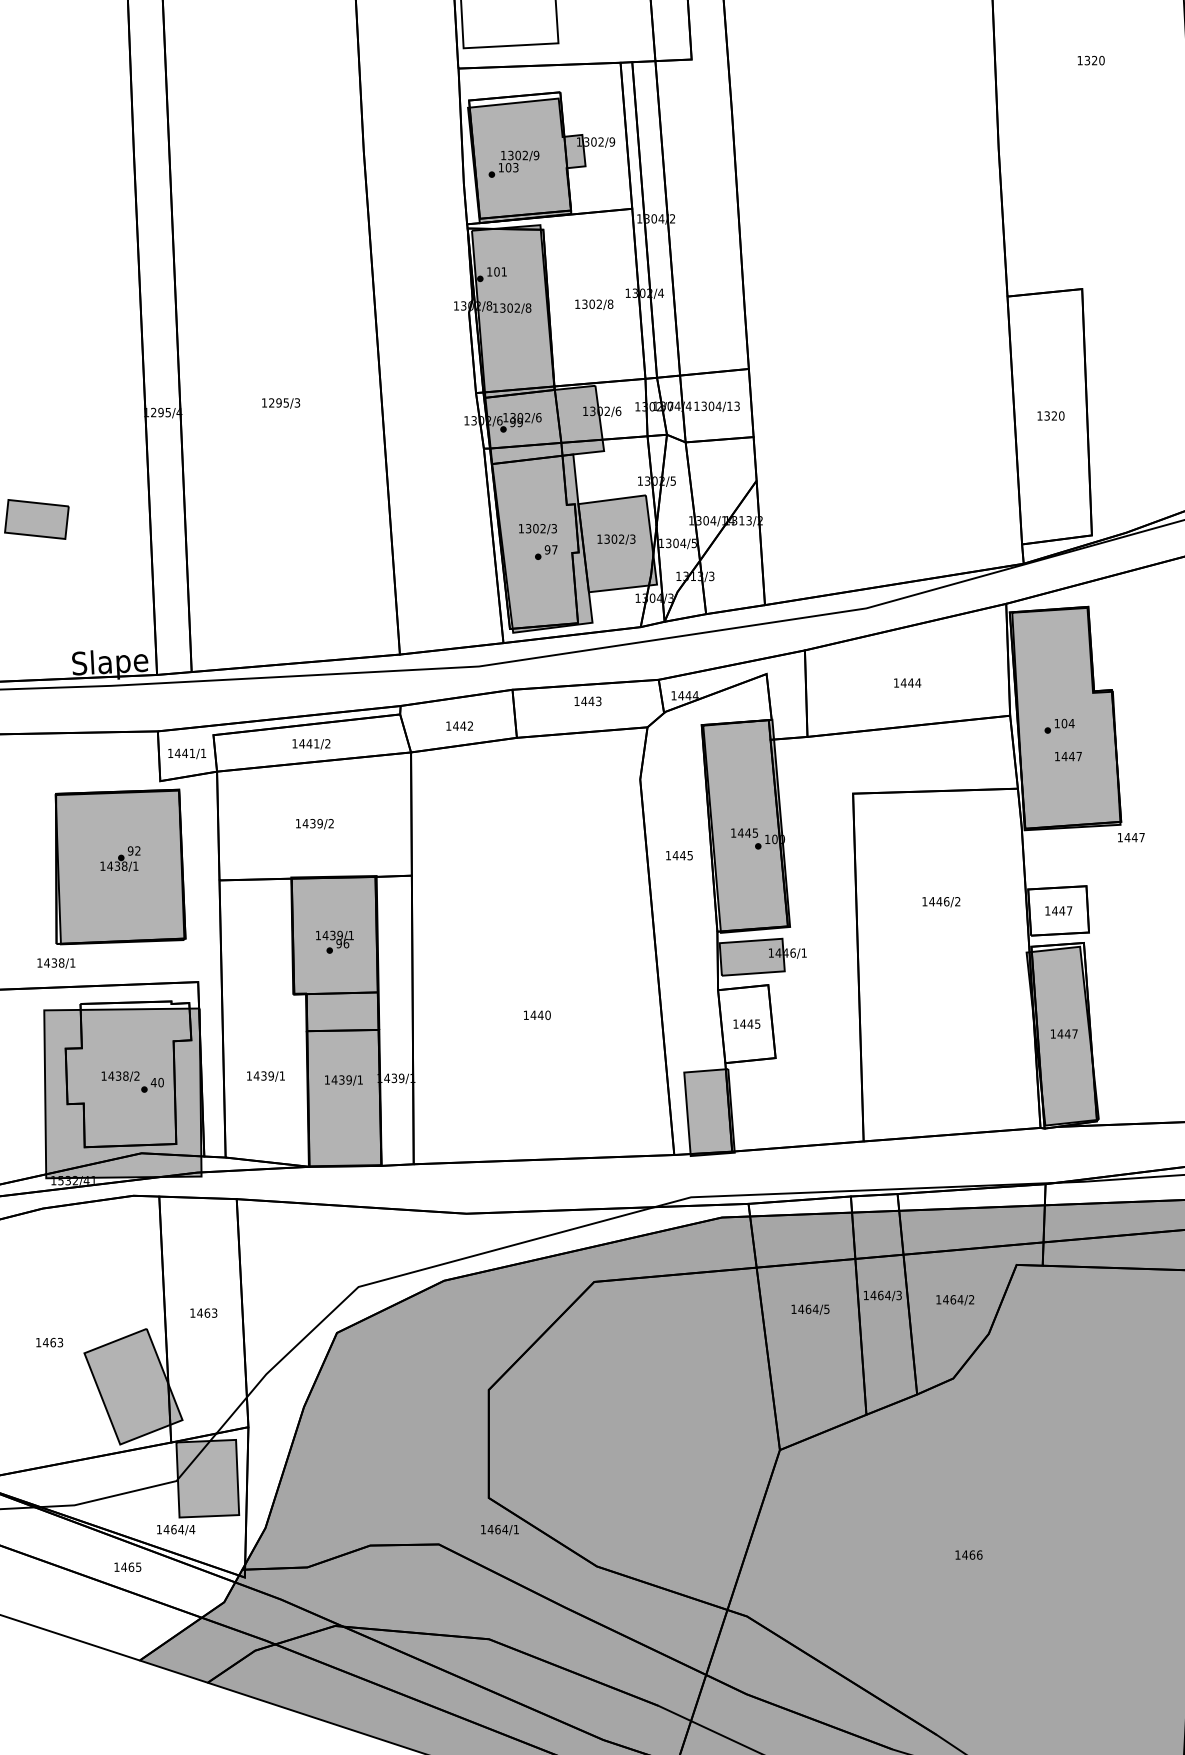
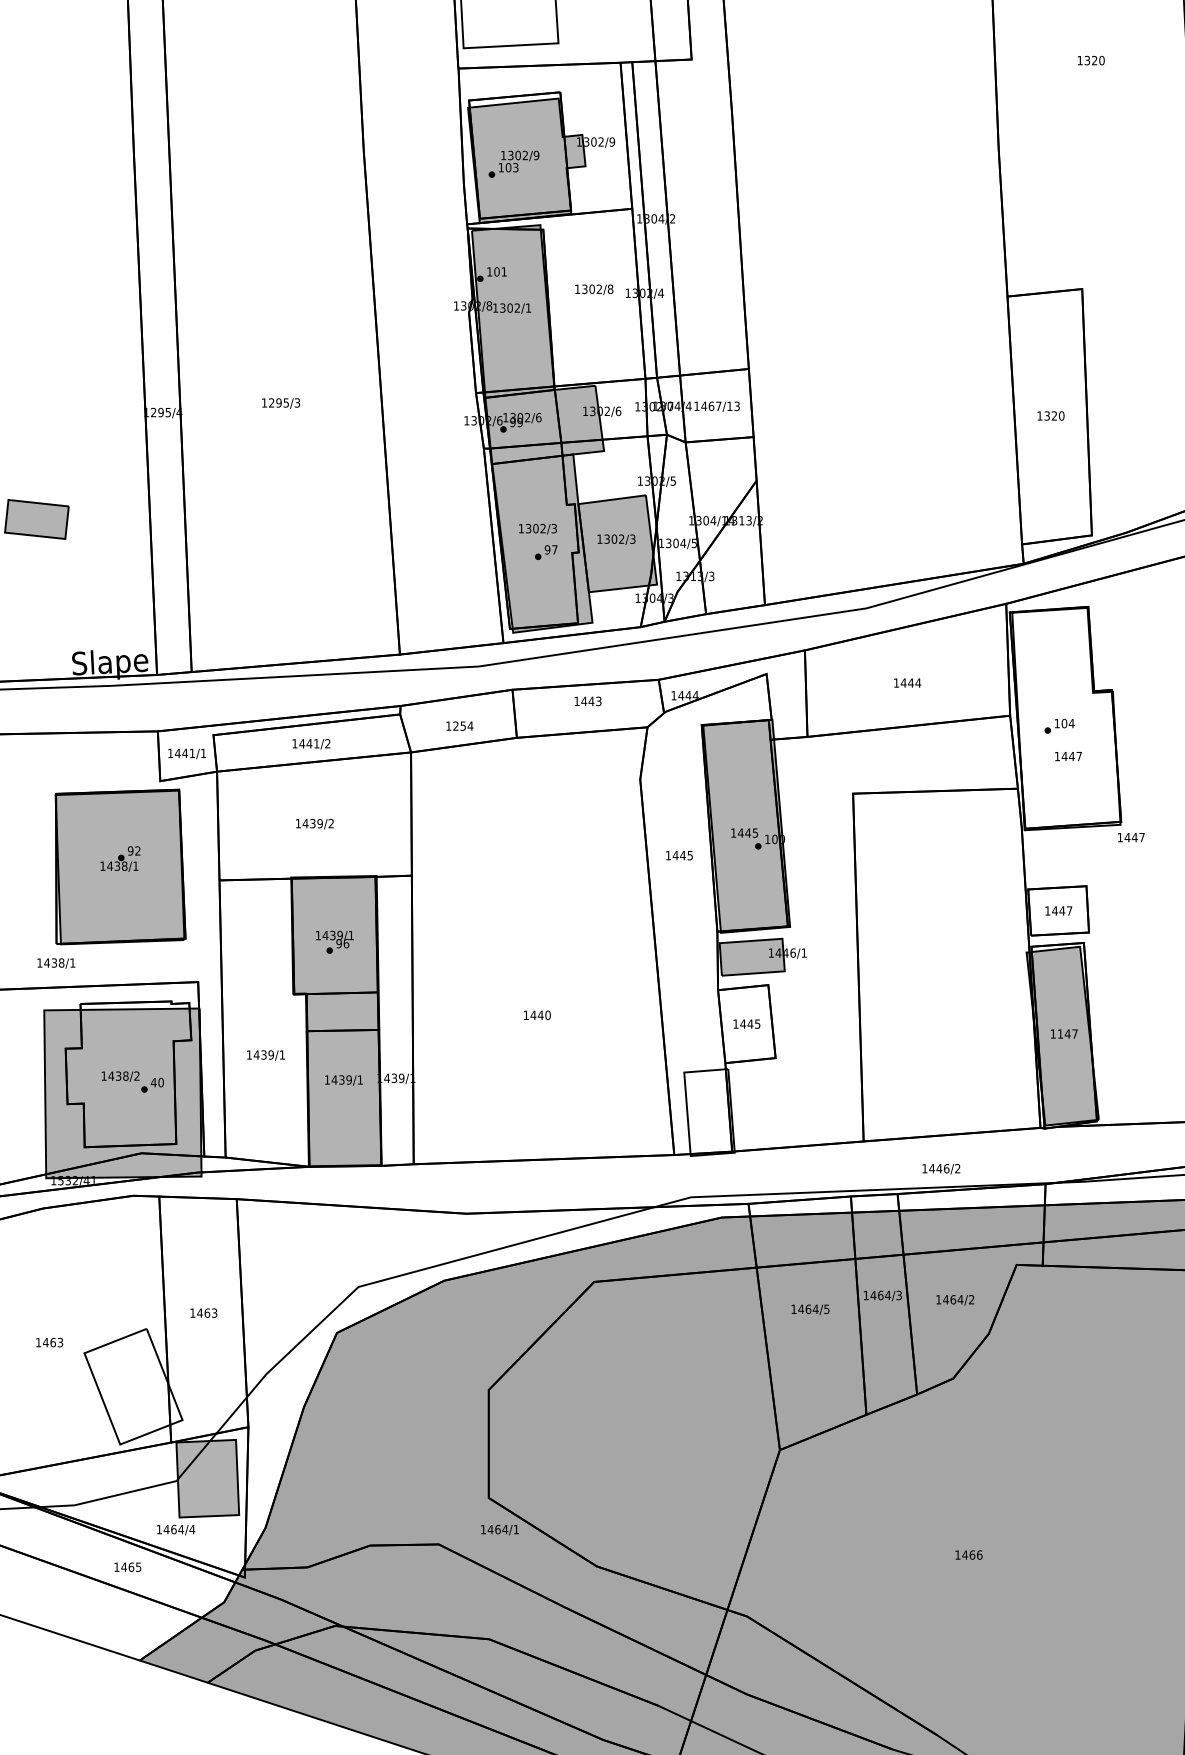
text at (594, 304) position: (594, 304) -> (594, 289)
text at (528, 307): 1302/8 -> 1302/1
text at (711, 406): 1304/13 -> 1467/13
fill at (1066, 718): present -> none
text at (463, 725): 1442 -> 1254
text at (941, 902) position: (941, 902) -> (941, 1169)
text at (1060, 1033): 1447 -> 1147
text at (265, 1076) position: (265, 1076) -> (265, 1055)
fill at (709, 1112): present -> none
fill at (133, 1386): present -> none
